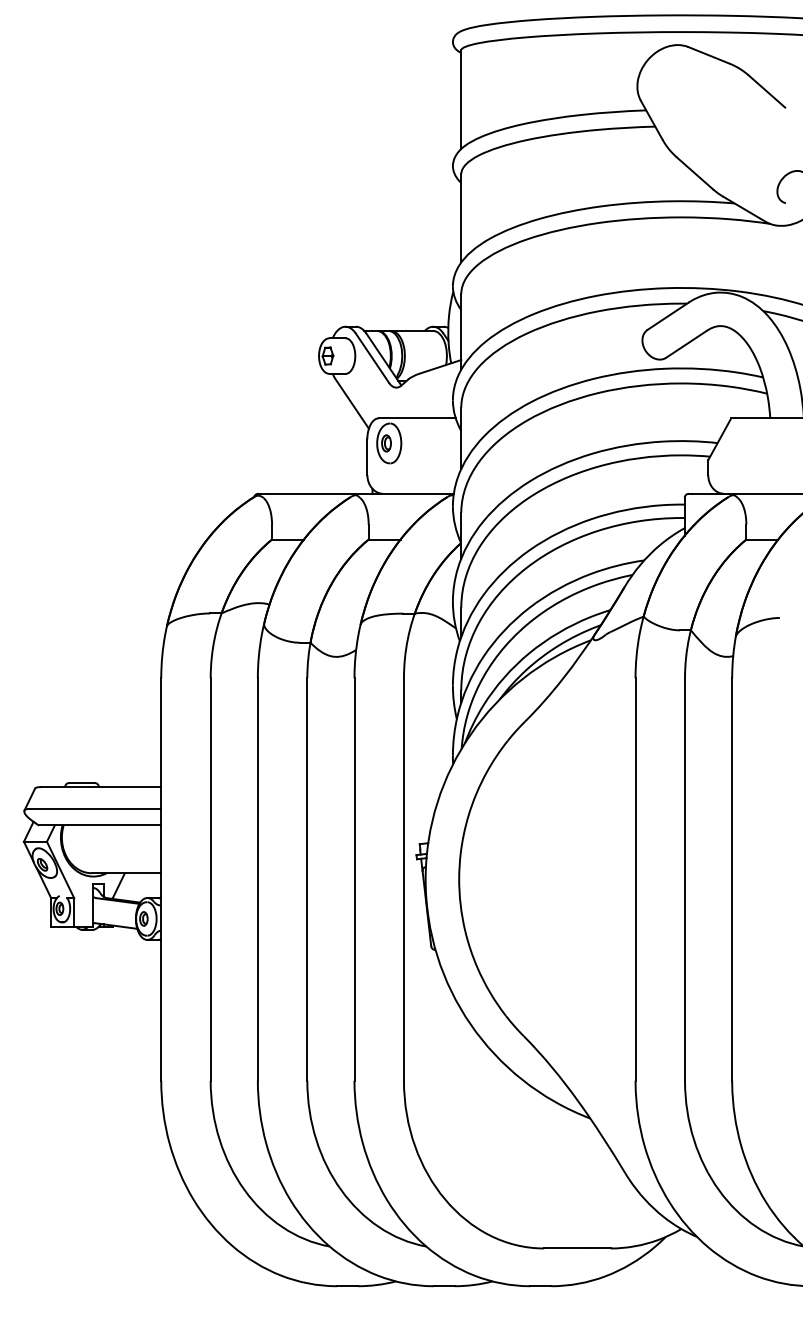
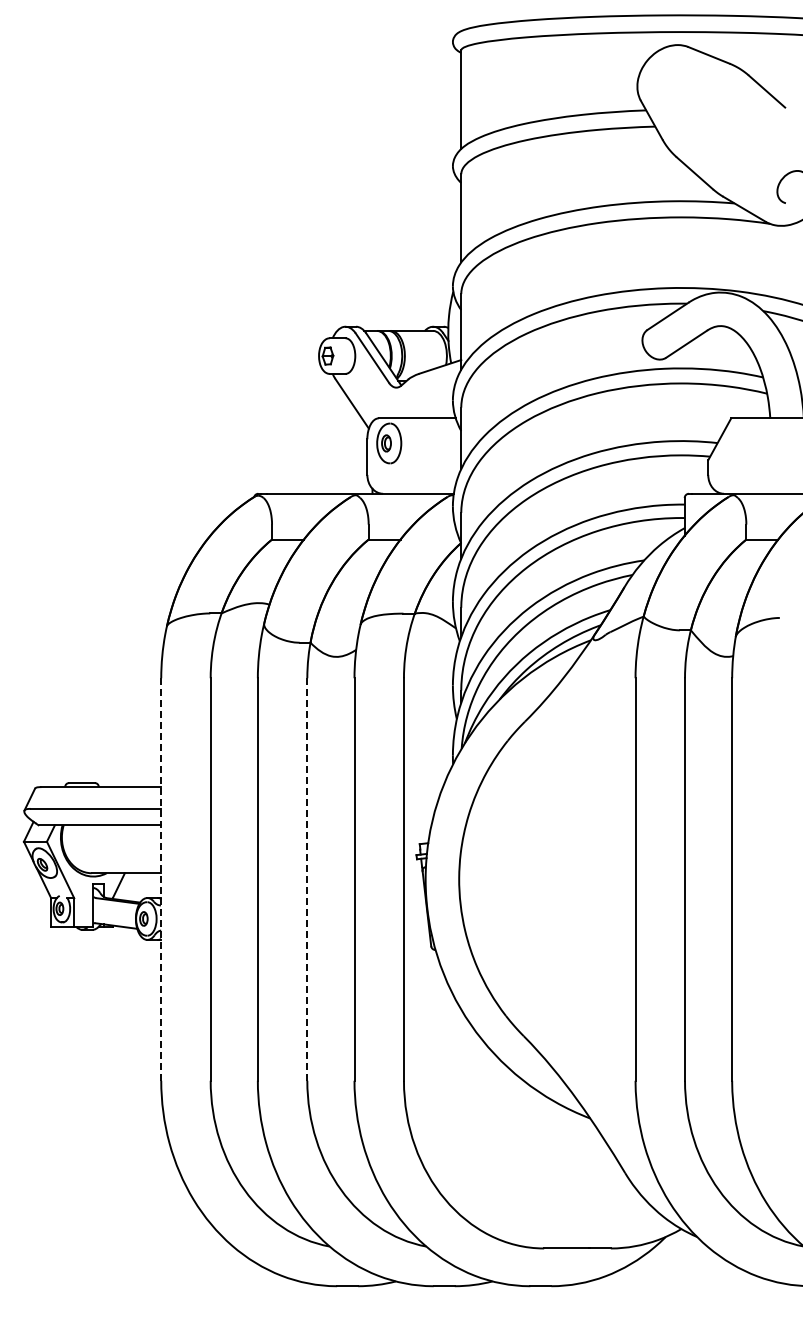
line at (161, 880): solid -> dashed
line at (307, 880): solid -> dashed
